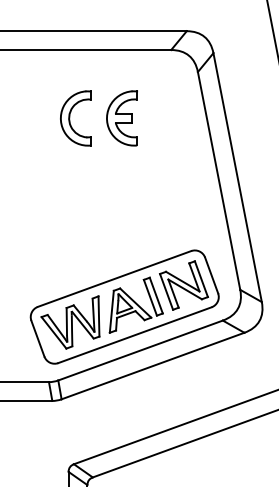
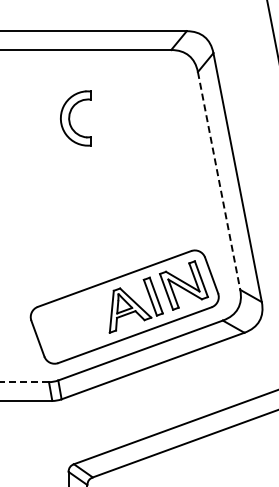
part at (121, 118): present -> none
line at (219, 180): solid -> dashed
part at (70, 322): present -> none
line at (25, 382): solid -> dashed
